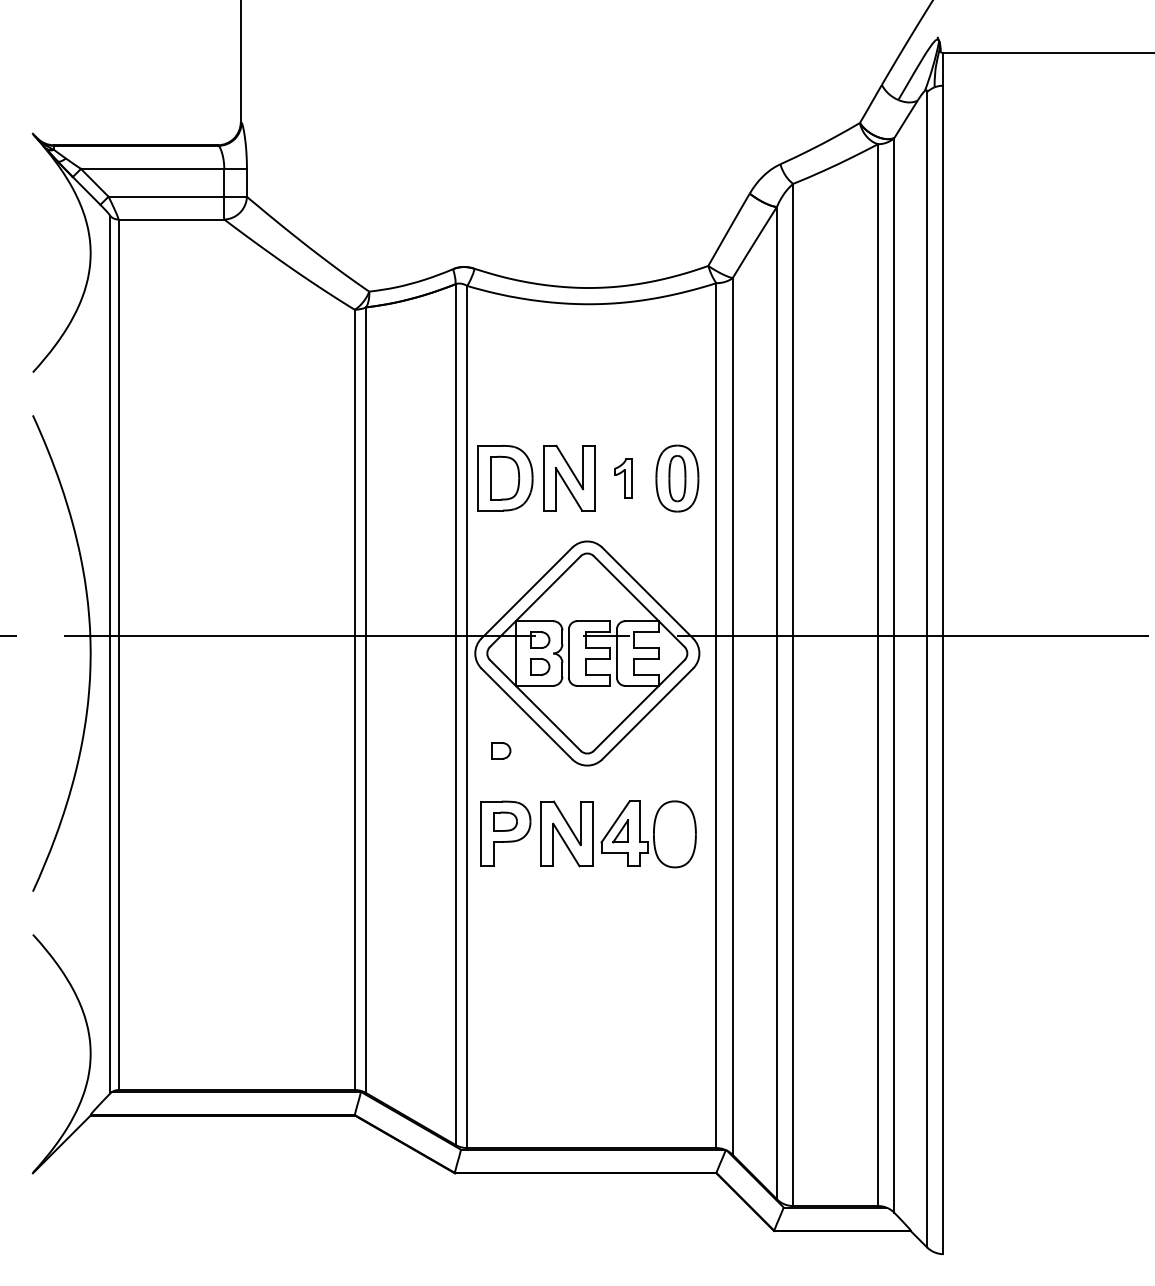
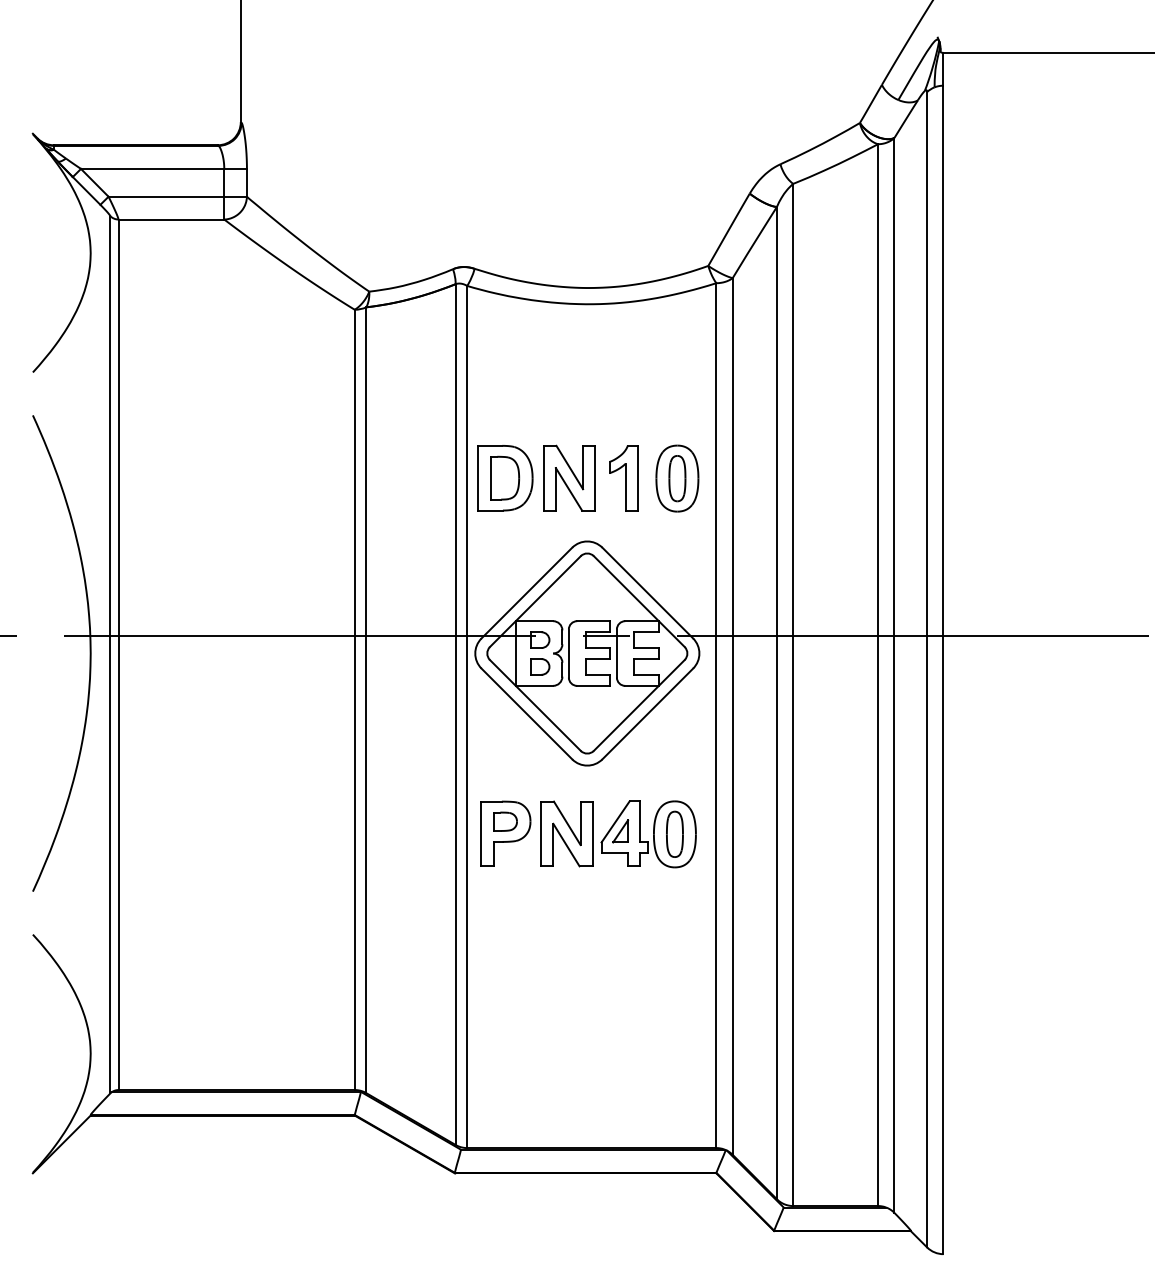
part at (623, 478) size: 19x41 px -> 30x67 px
part at (501, 750): present -> none
part at (674, 833): none -> present
